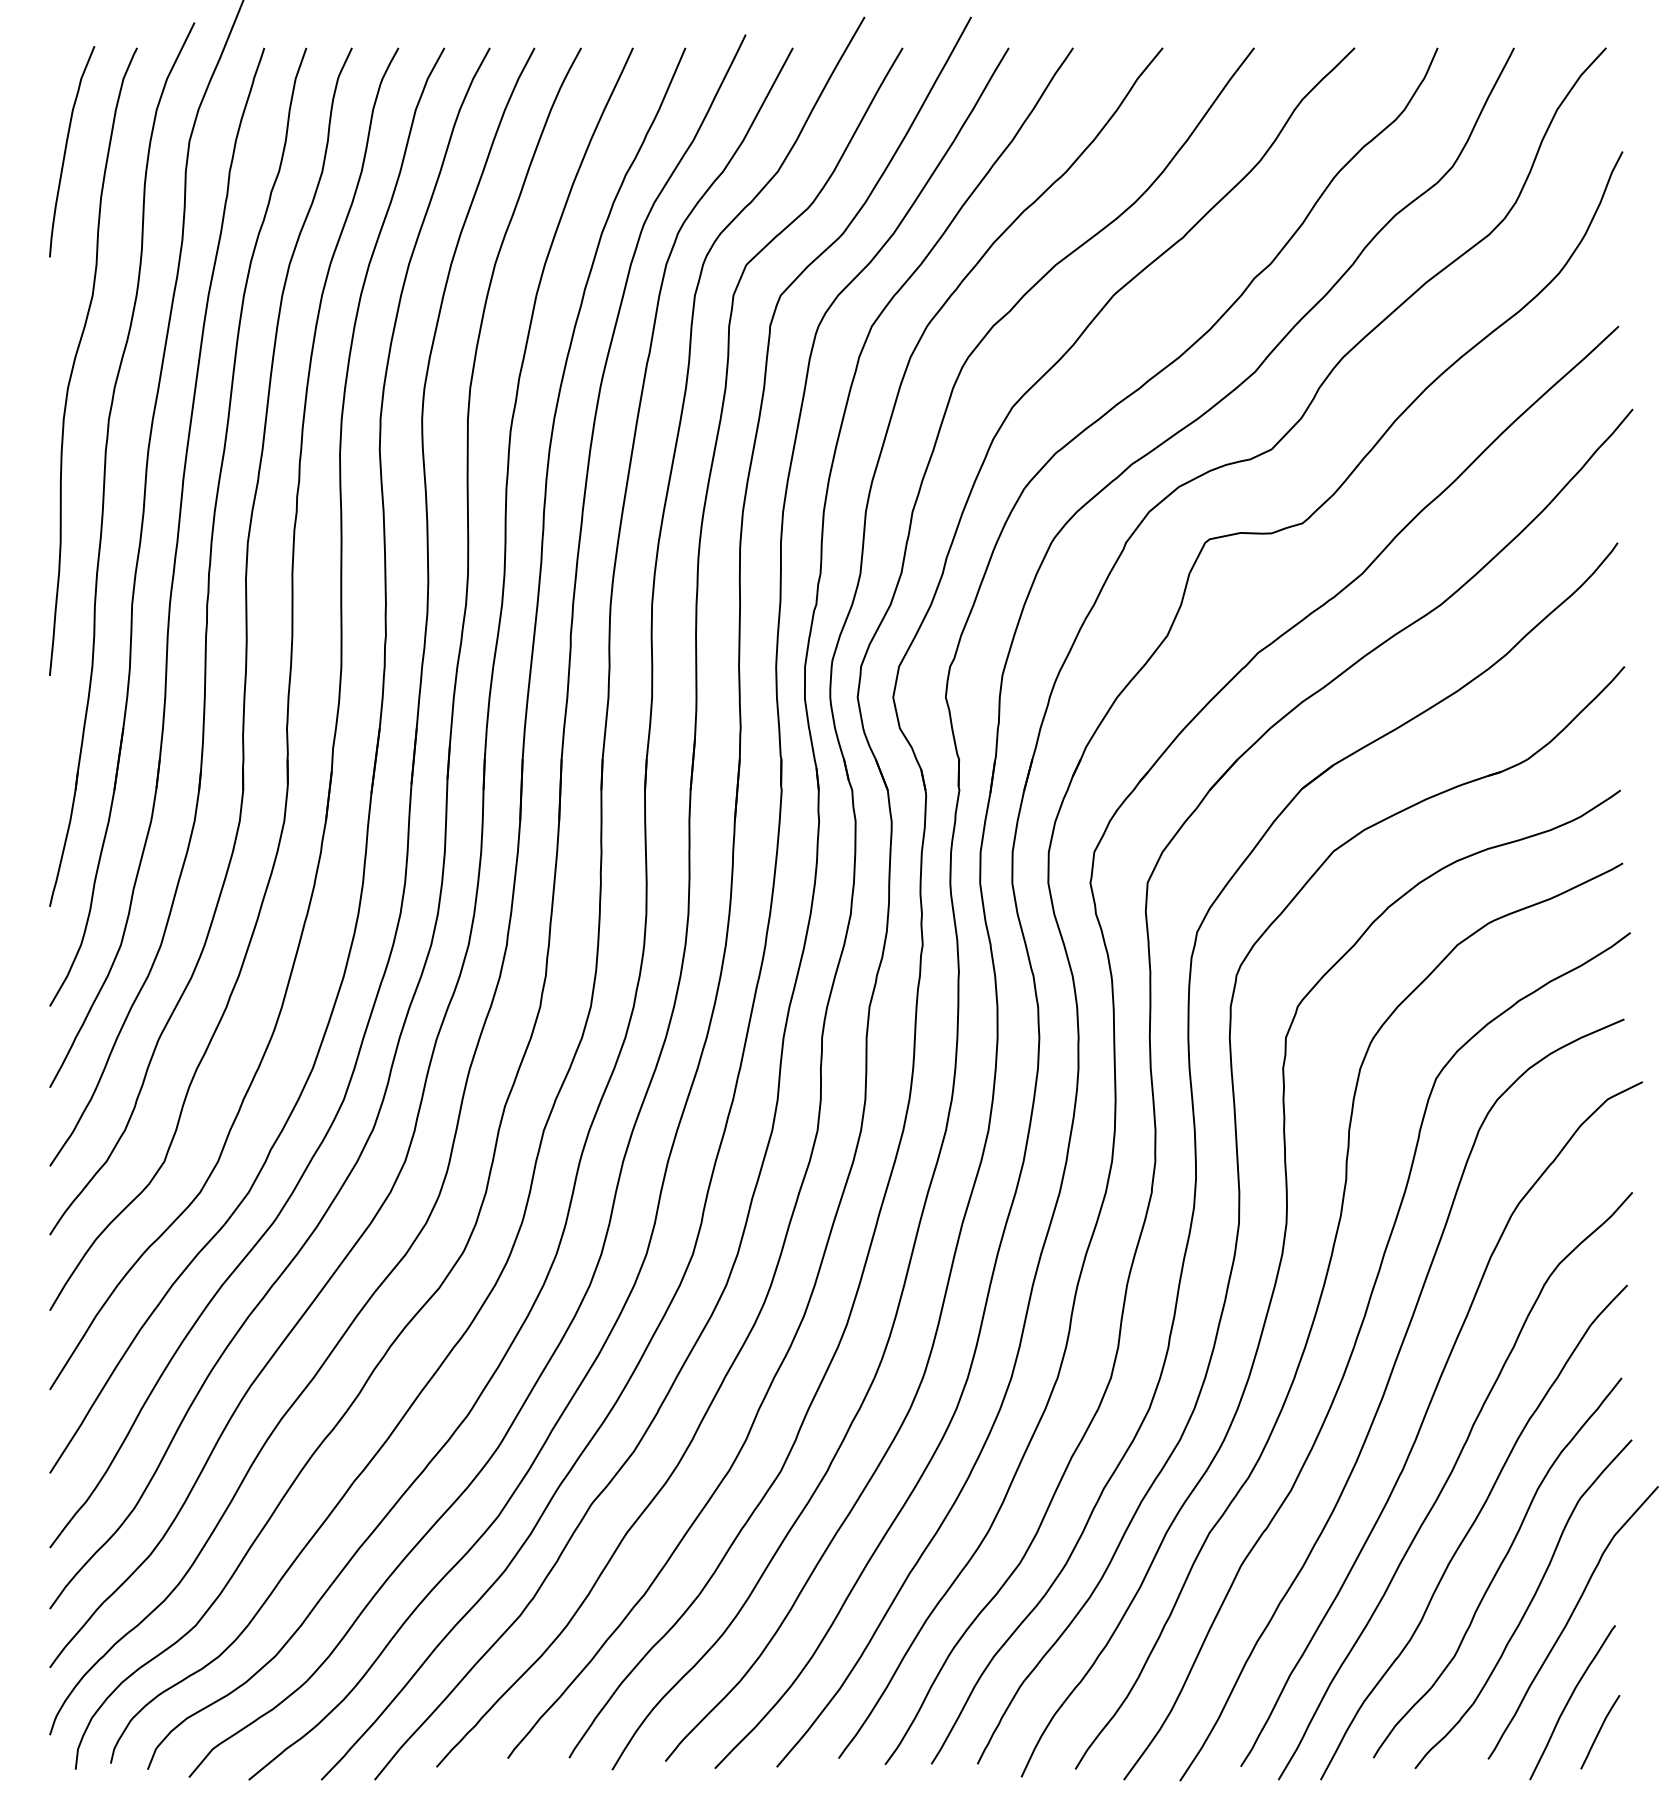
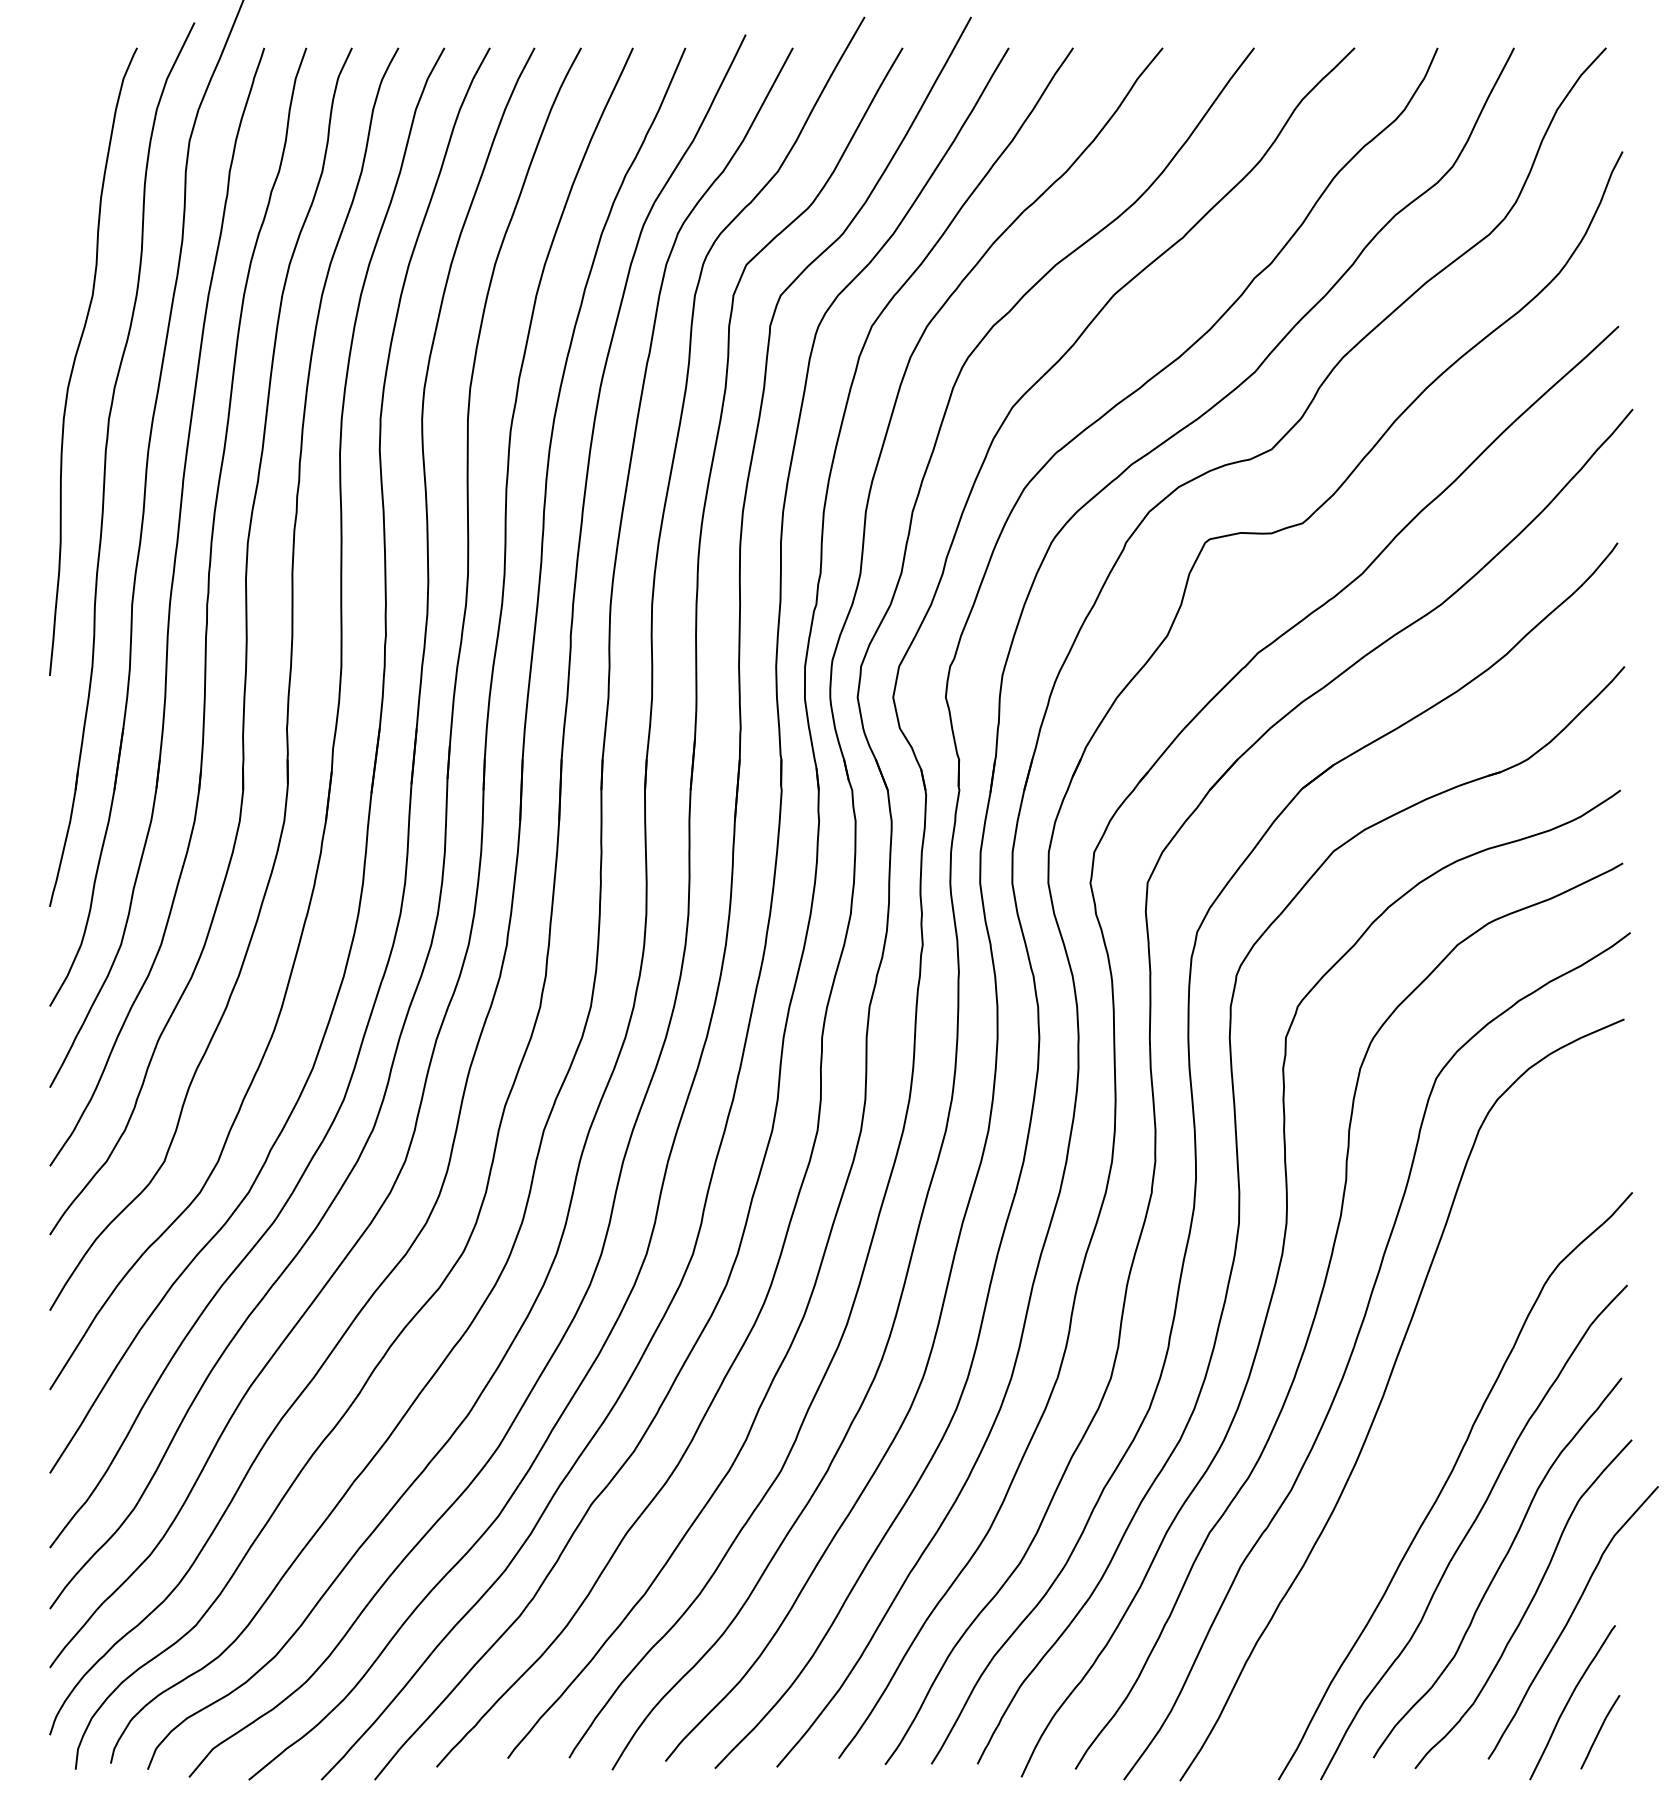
curve at (66, 151): present -> none
curve at (1426, 1415): present -> none
